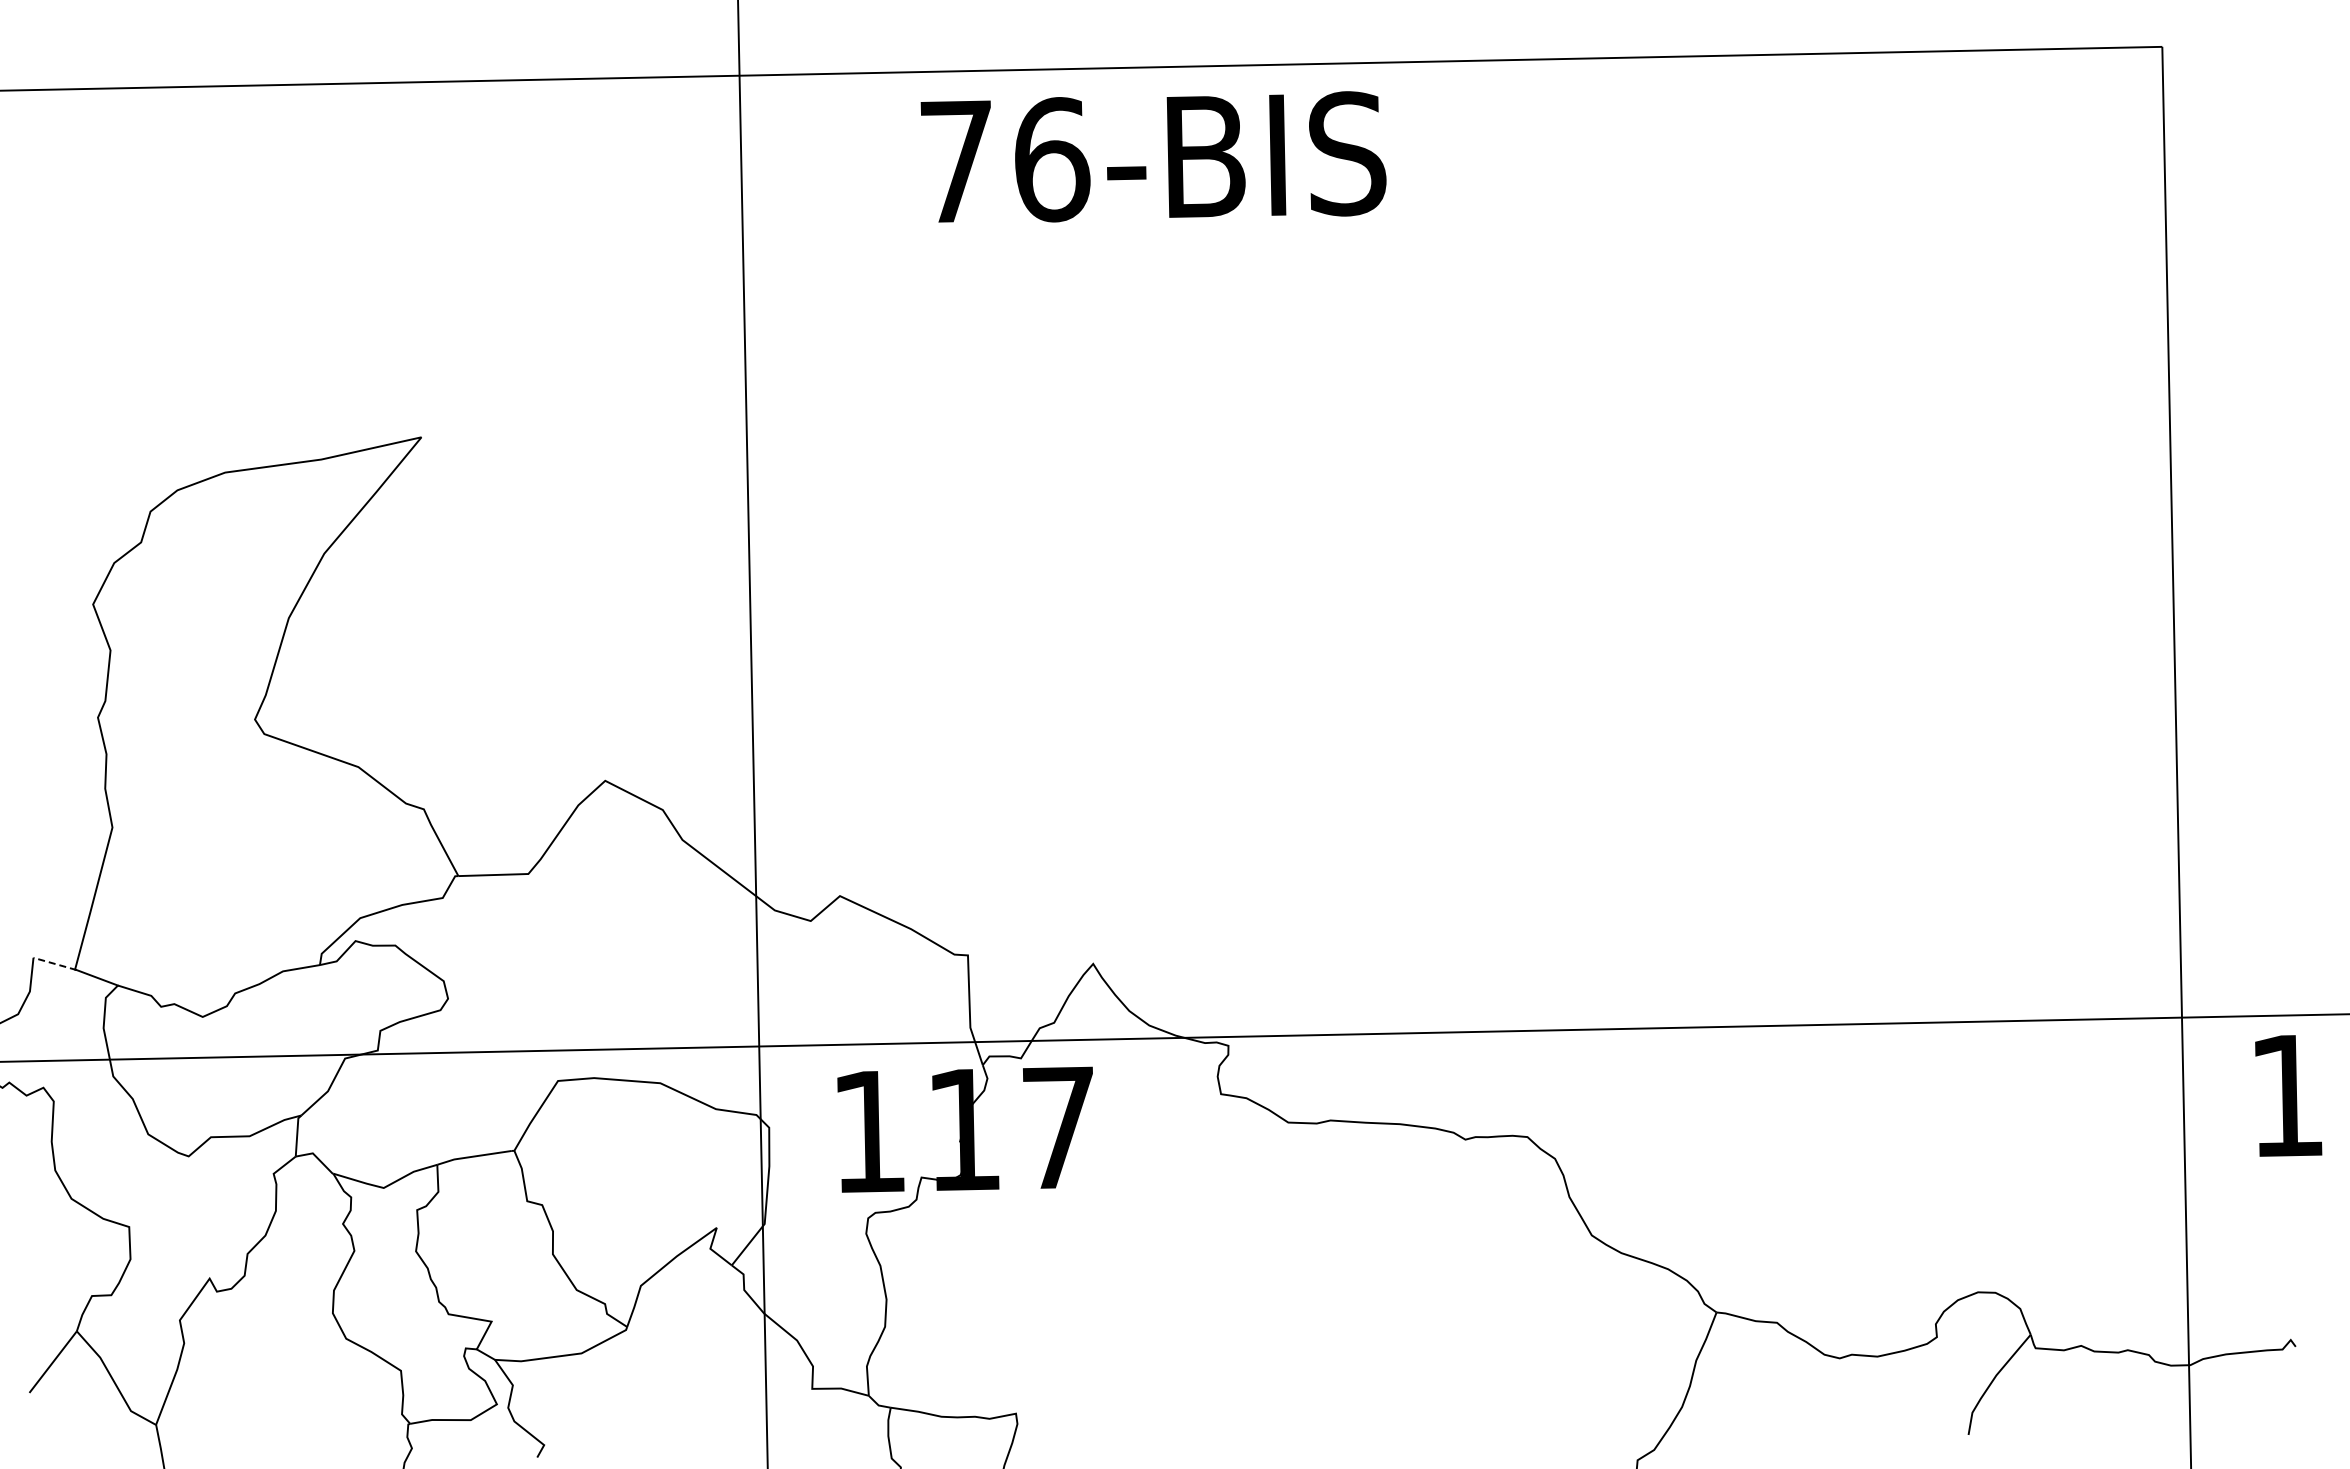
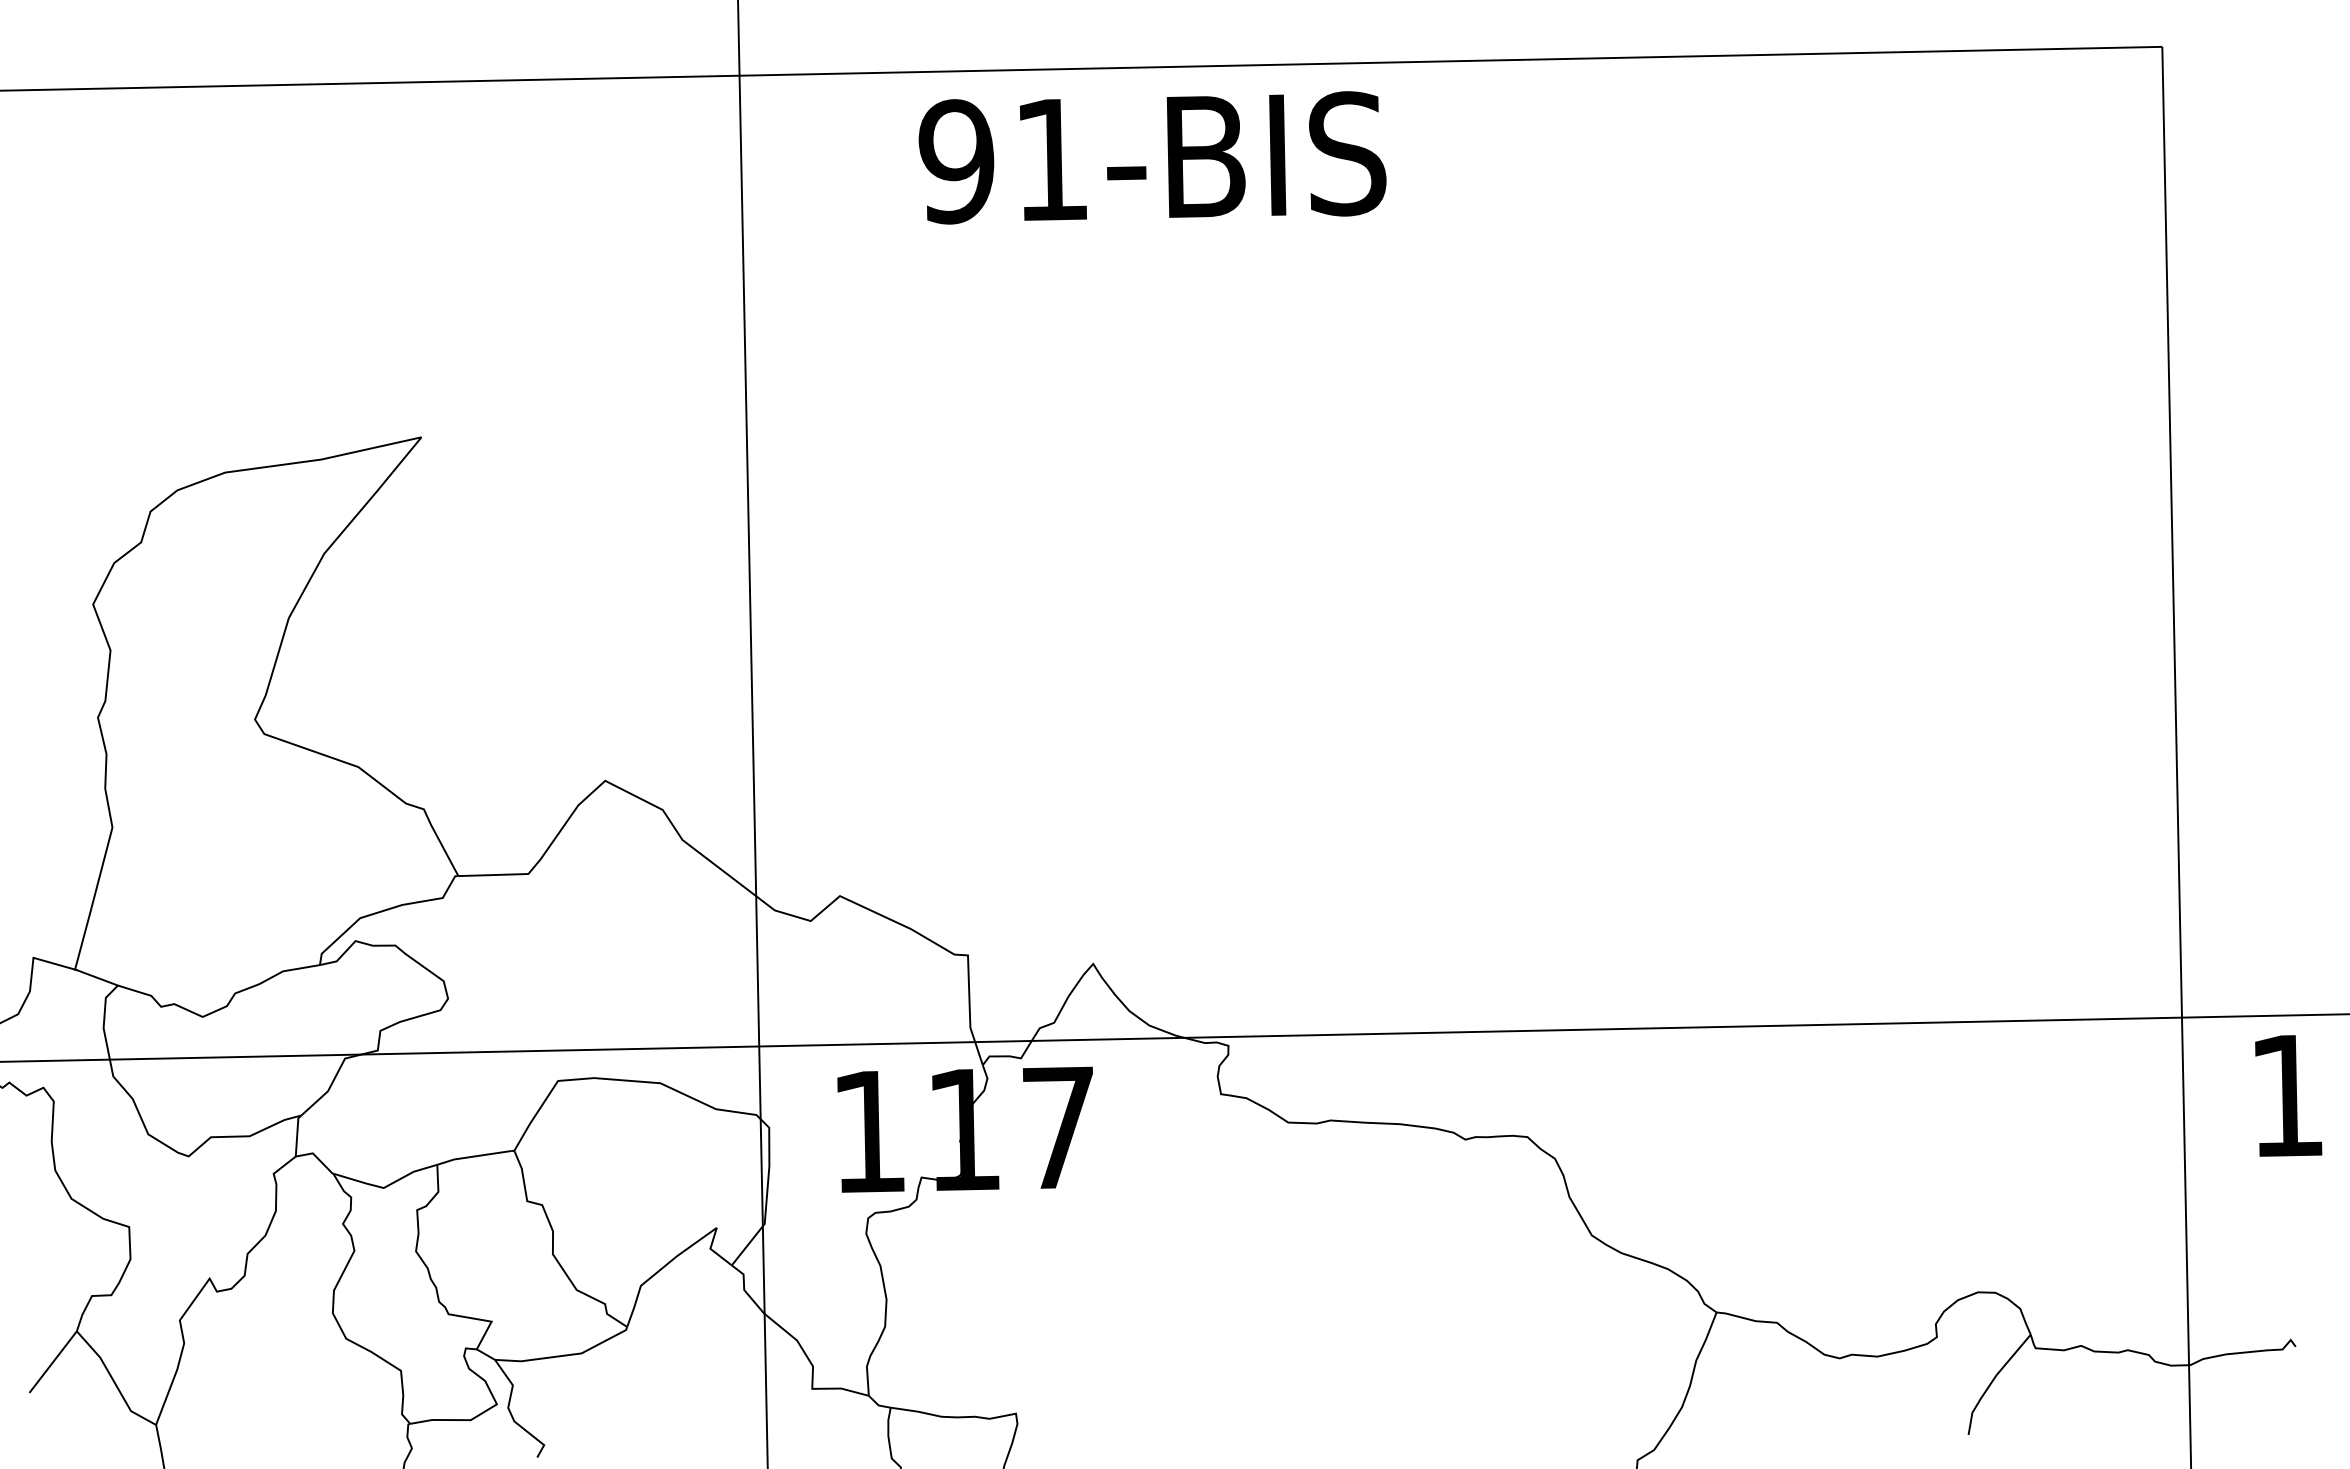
text at (1004, 160): 76-BIS -> 91-BIS
line at (54, 963): dashed -> solid
